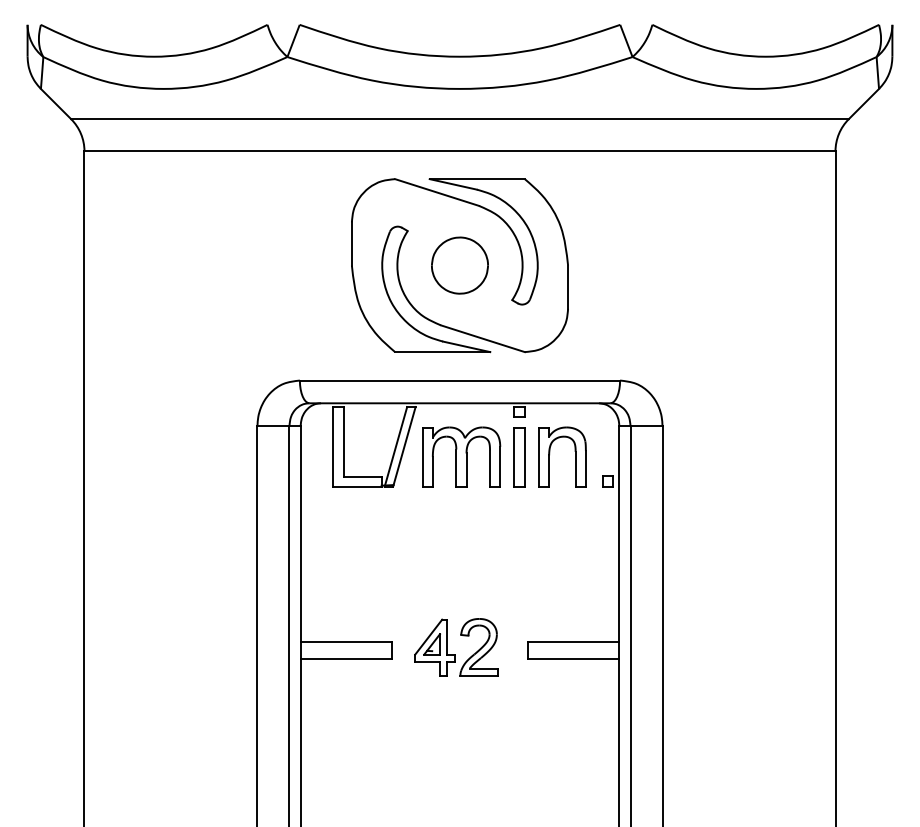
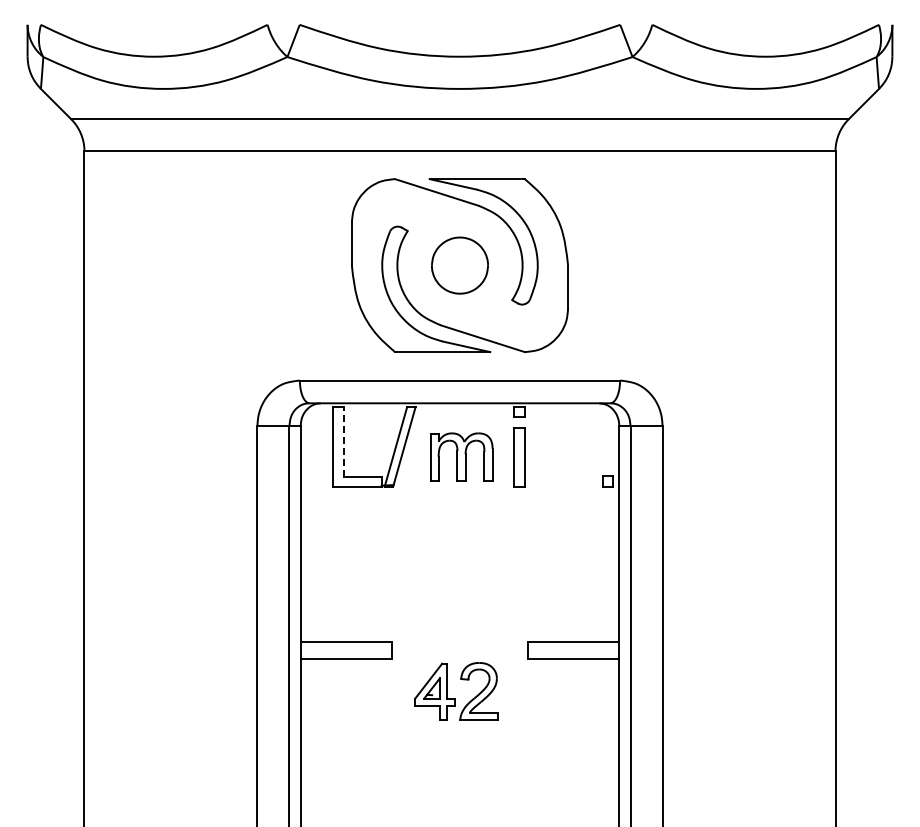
line at (343, 441): solid -> dashed
part at (550, 454): present -> none
part at (461, 456) size: 80x62 px -> 64x50 px
part at (455, 654) position: (455, 654) -> (455, 698)
